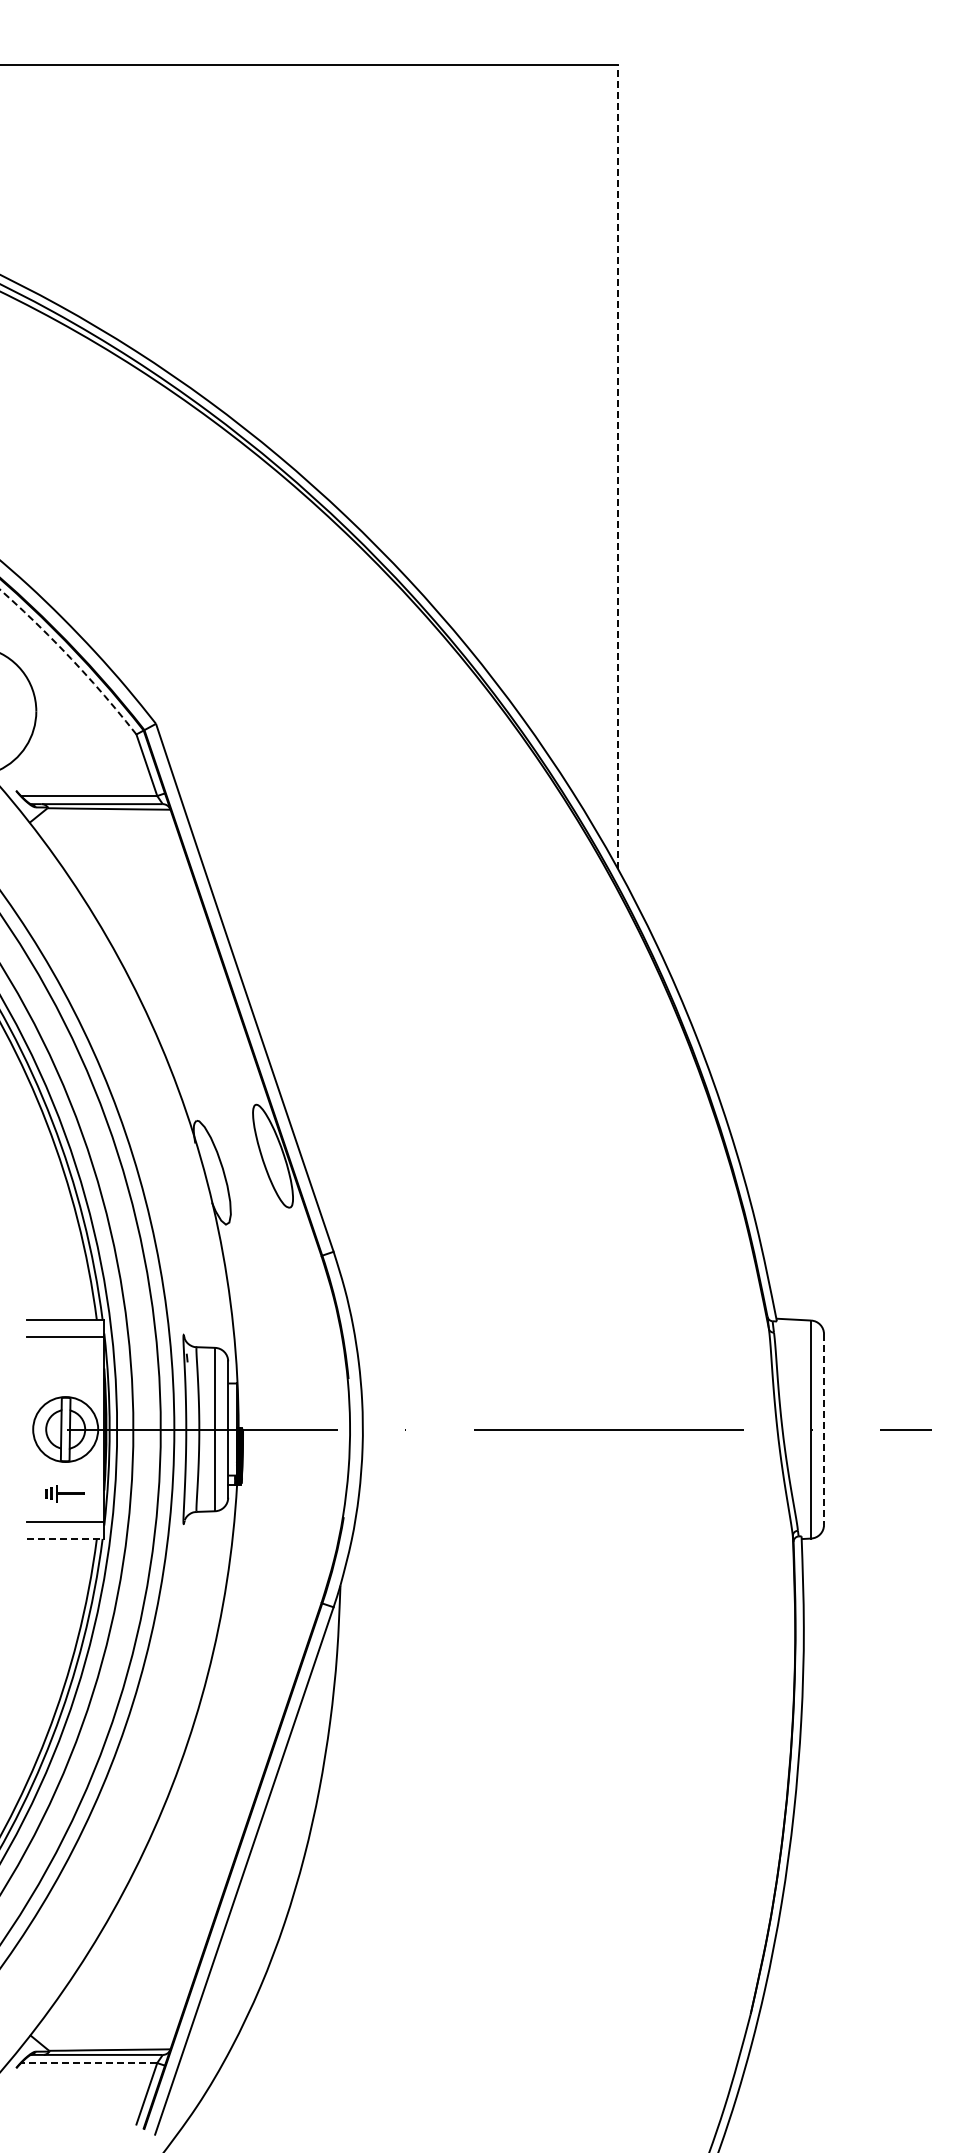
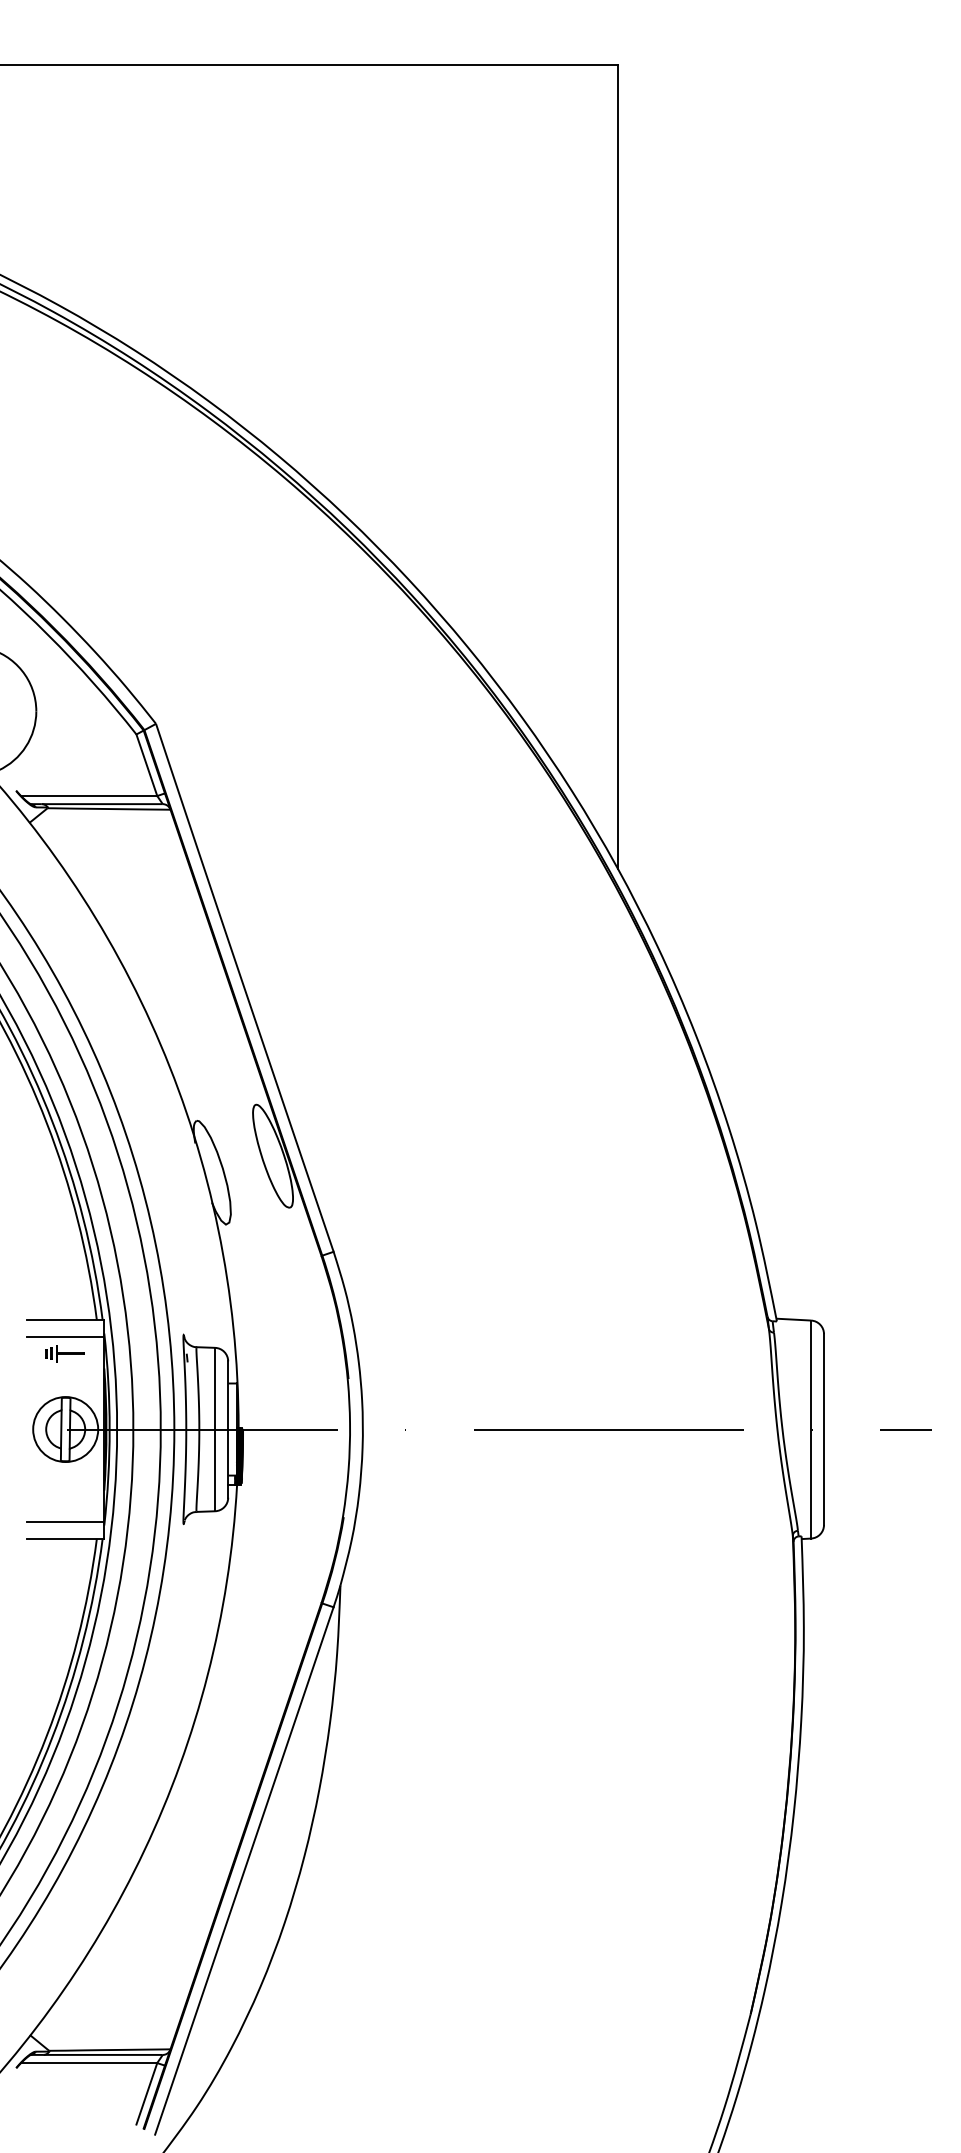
line at (618, 466): dashed -> solid
arc at (71, 658): dashed -> solid
line at (824, 1430): dashed -> solid
part at (64, 1493) position: (64, 1493) -> (64, 1353)
line at (65, 1538): dashed -> solid
line at (88, 2063): dashed -> solid
